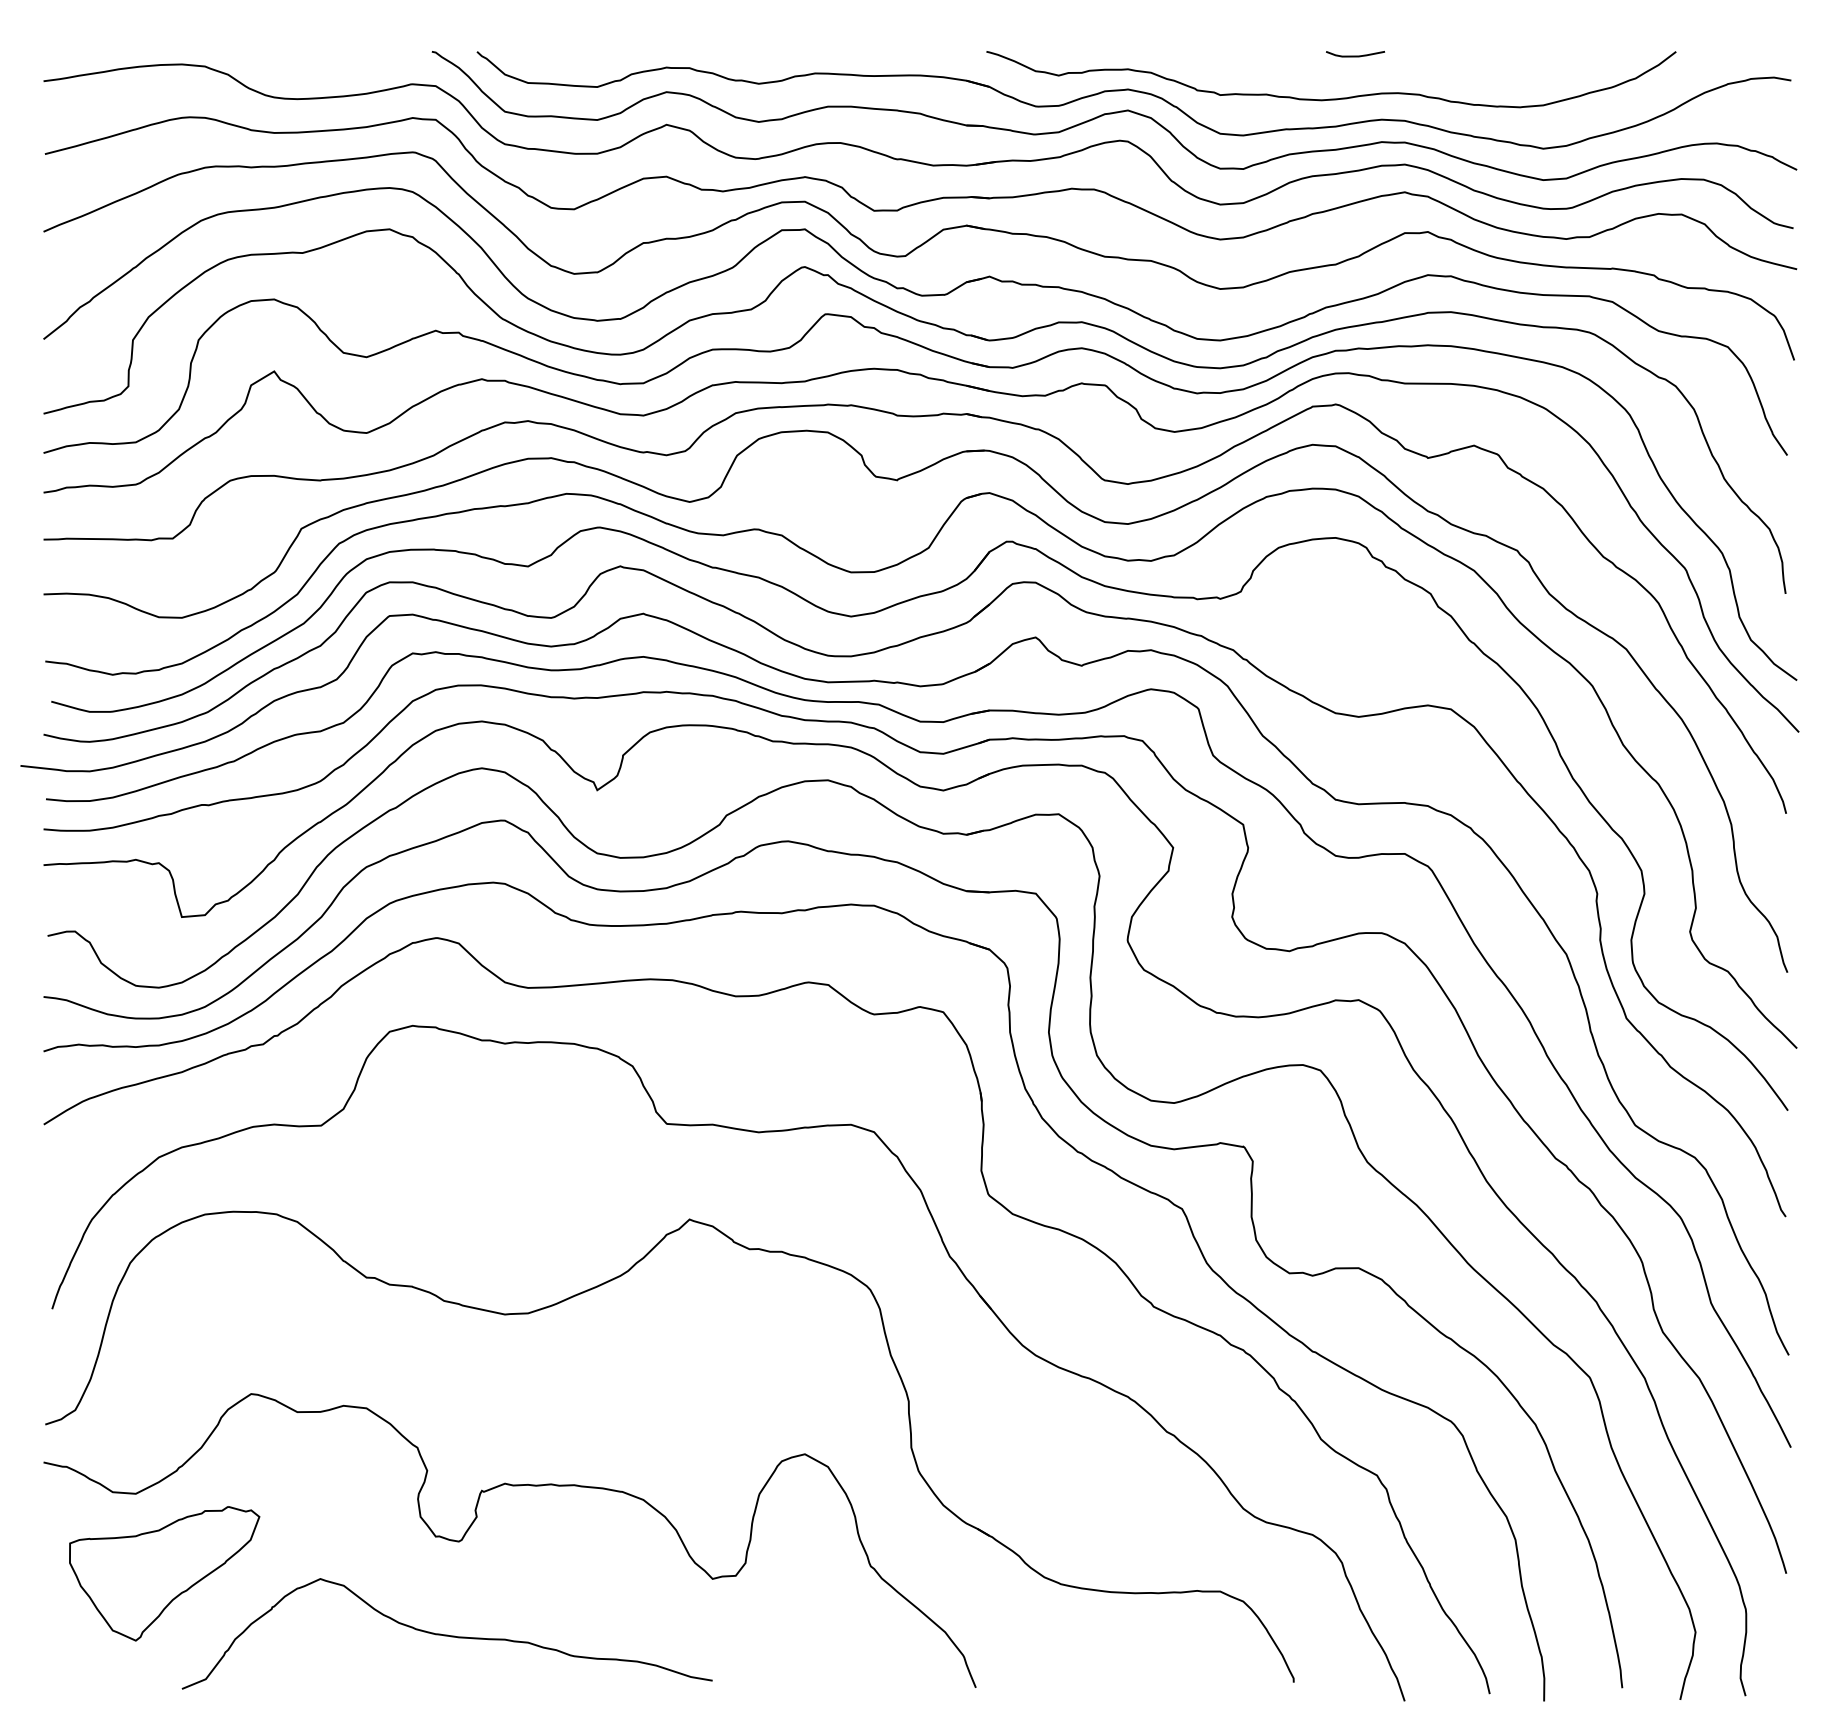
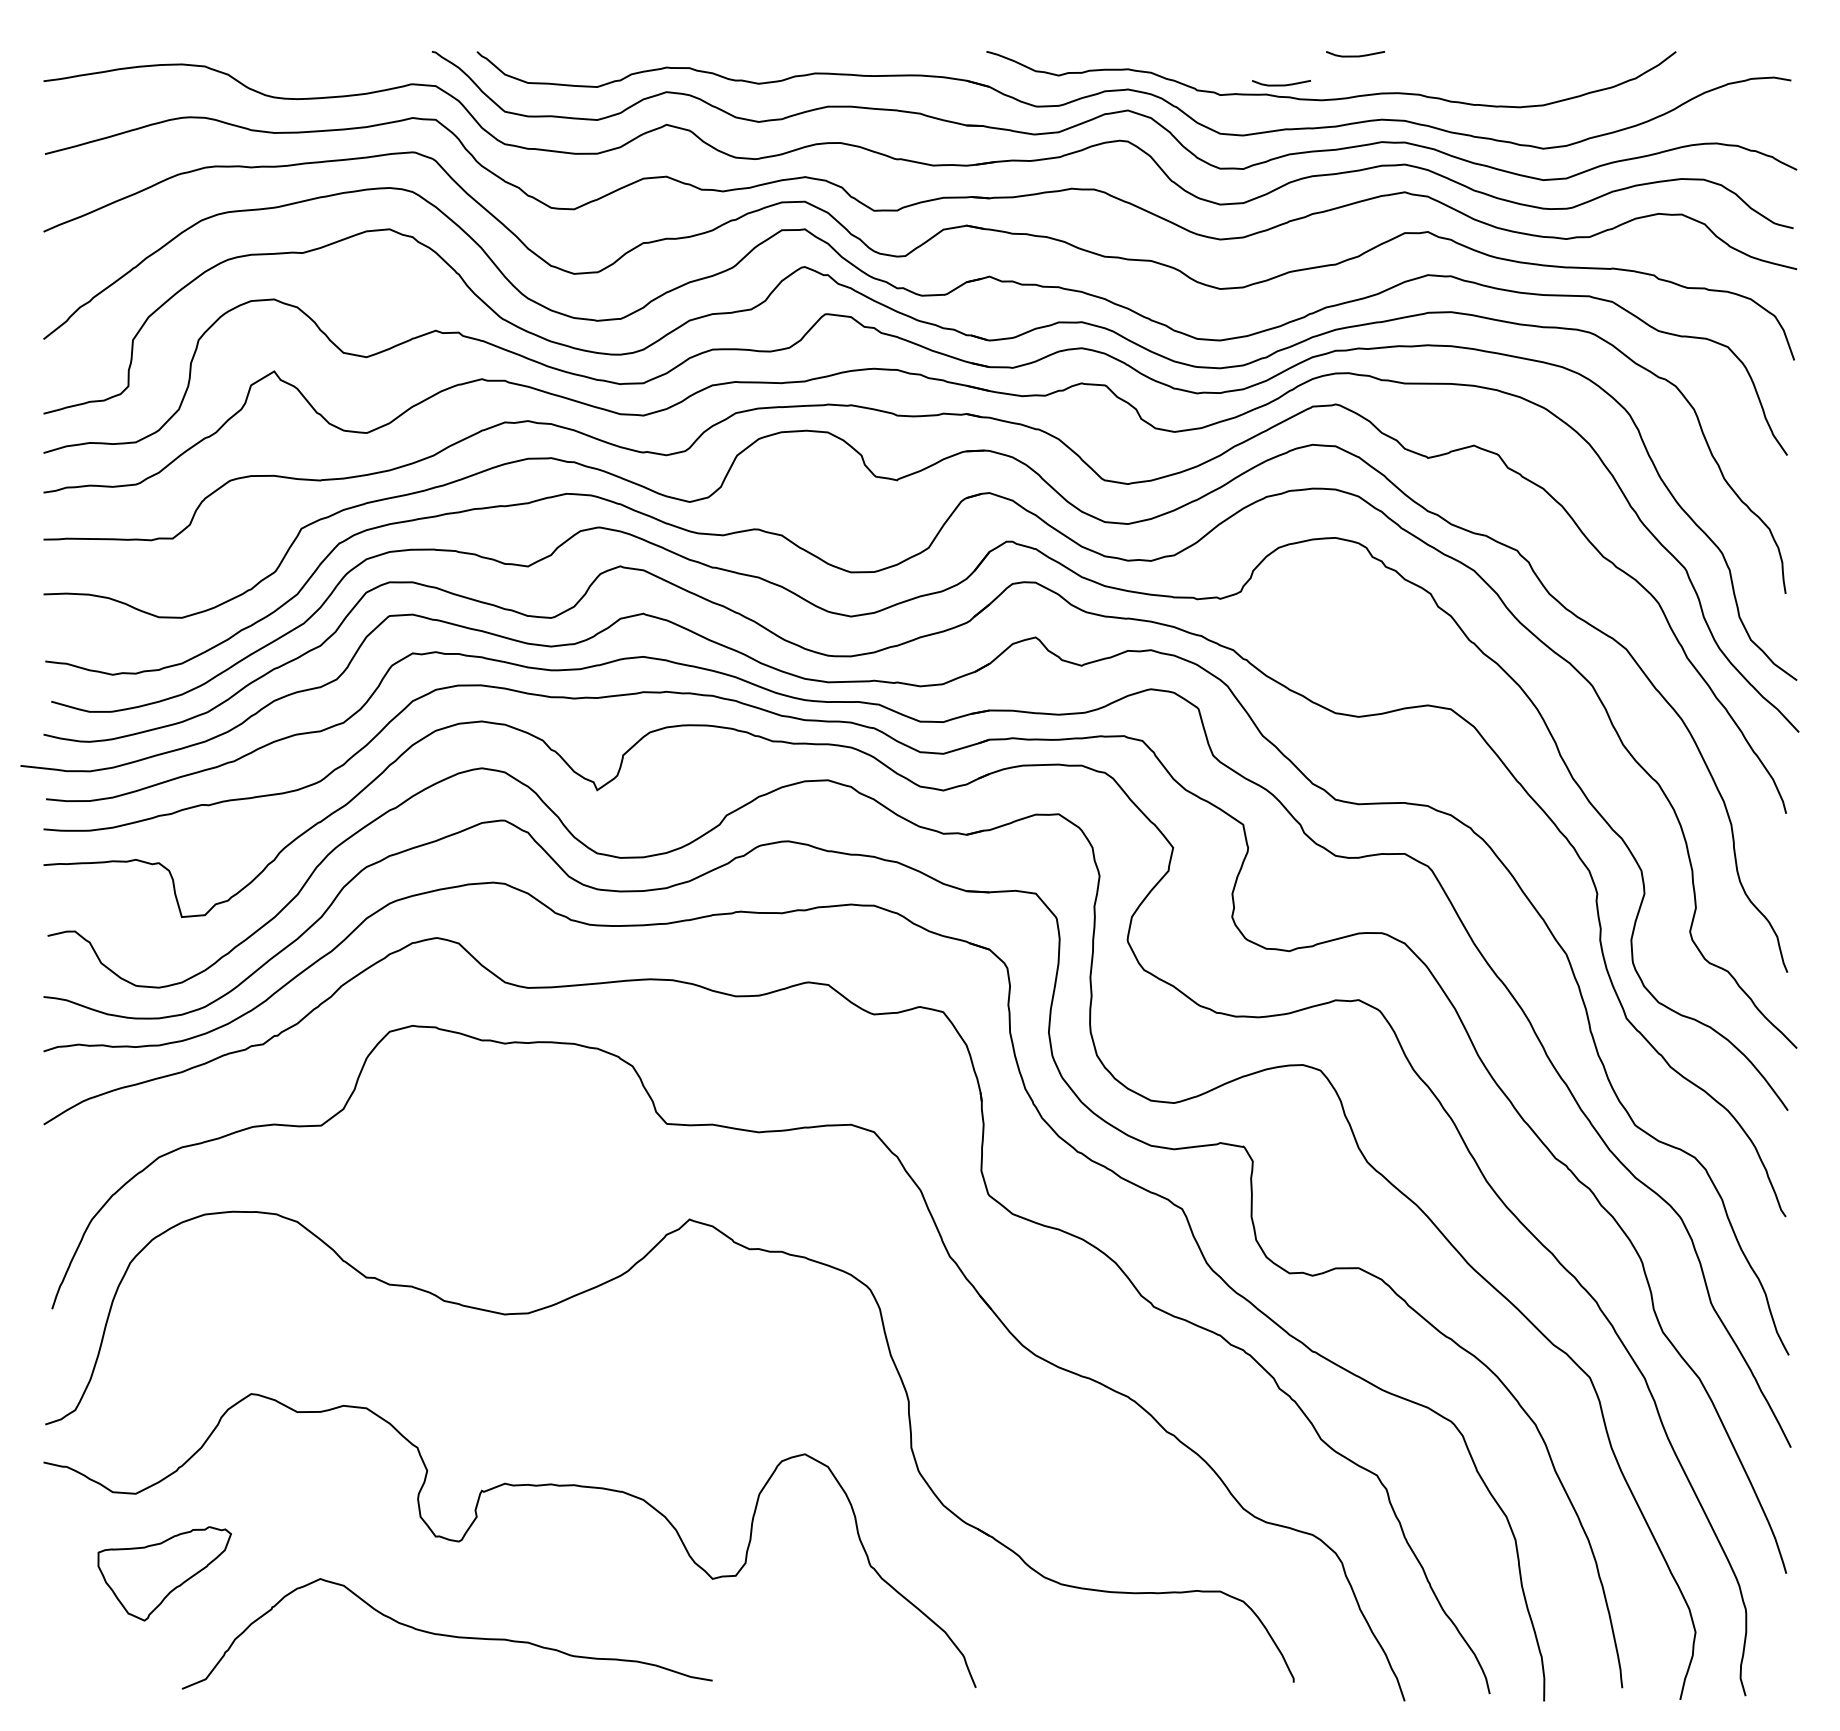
curve at (1281, 84): none -> present
part at (164, 1573) size: 192x136 px -> 135x96 px
